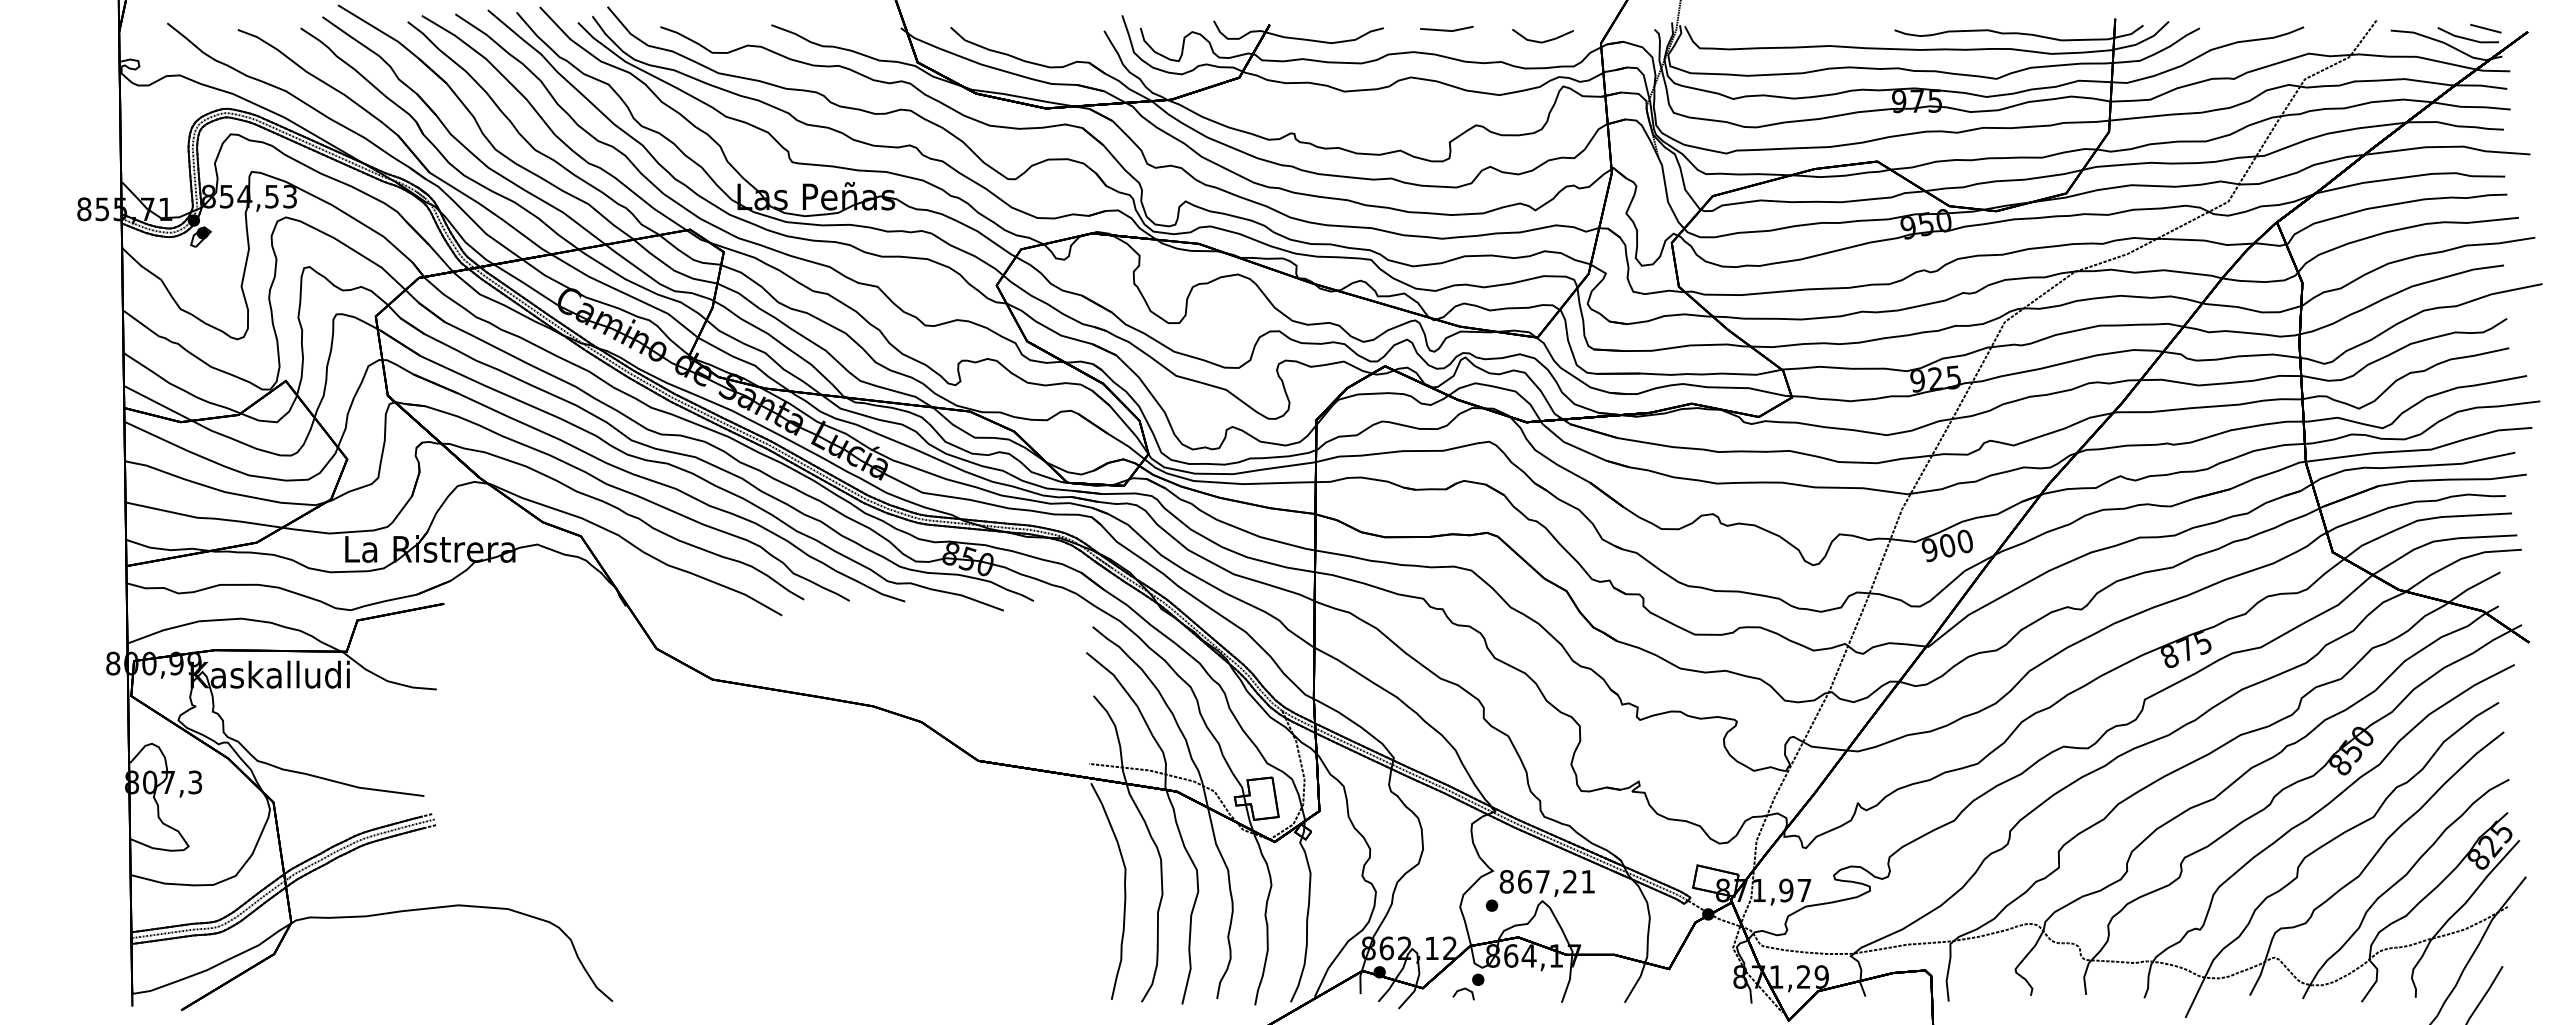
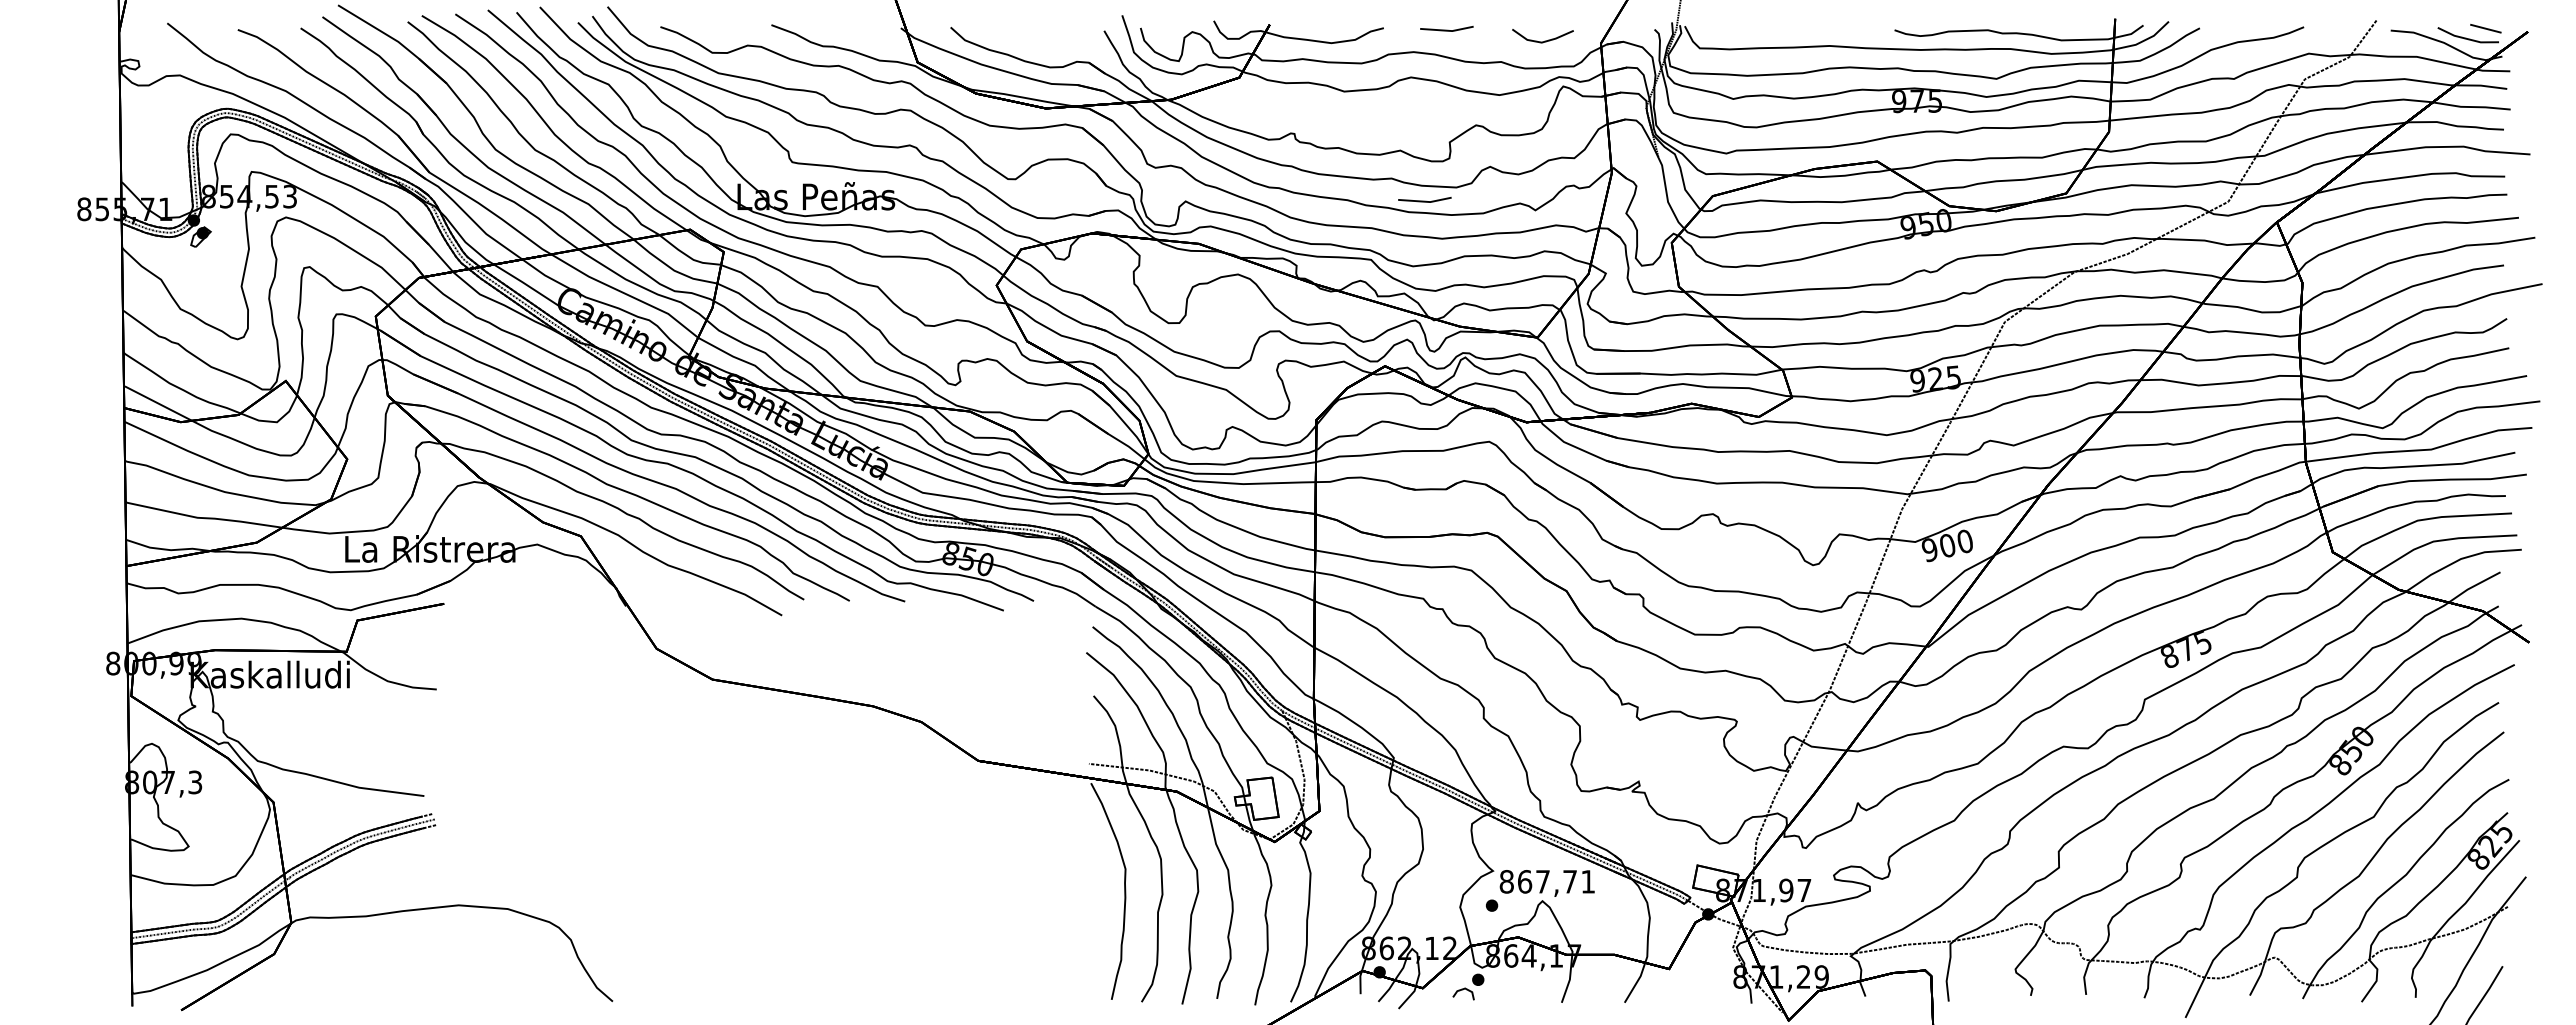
line at (1424, 200): none -> present
text at (1569, 881): 867,21 -> 867,71
